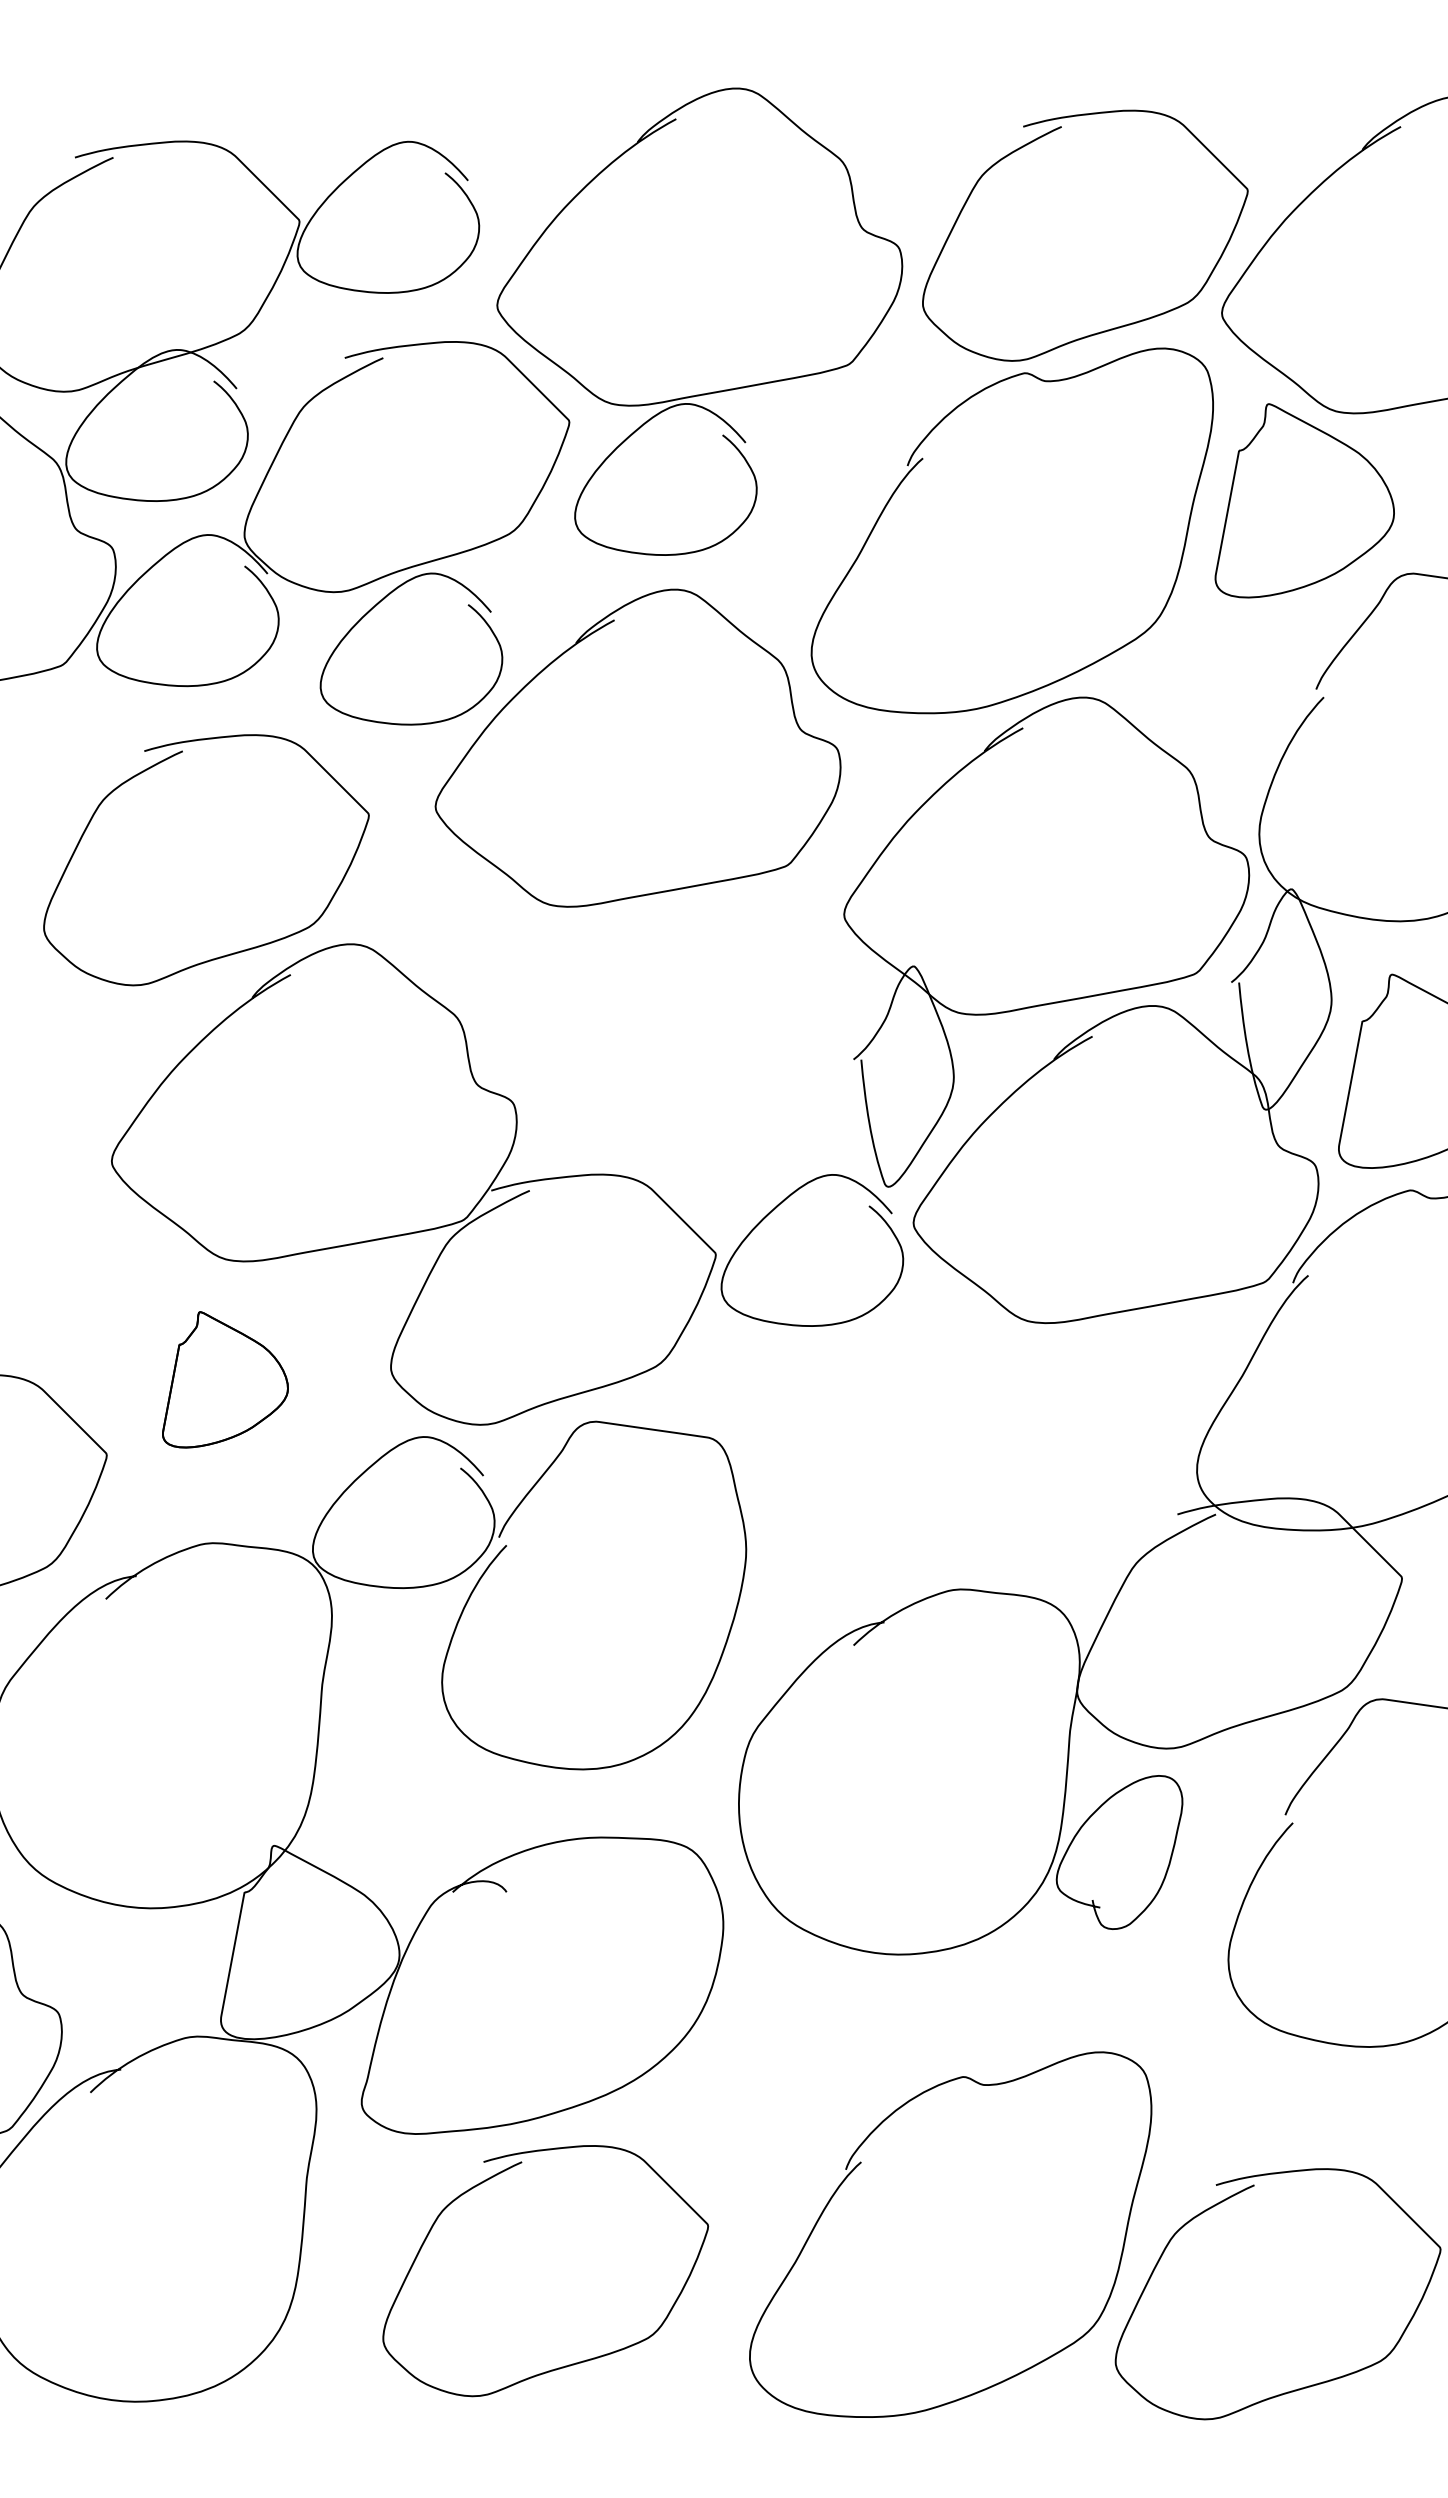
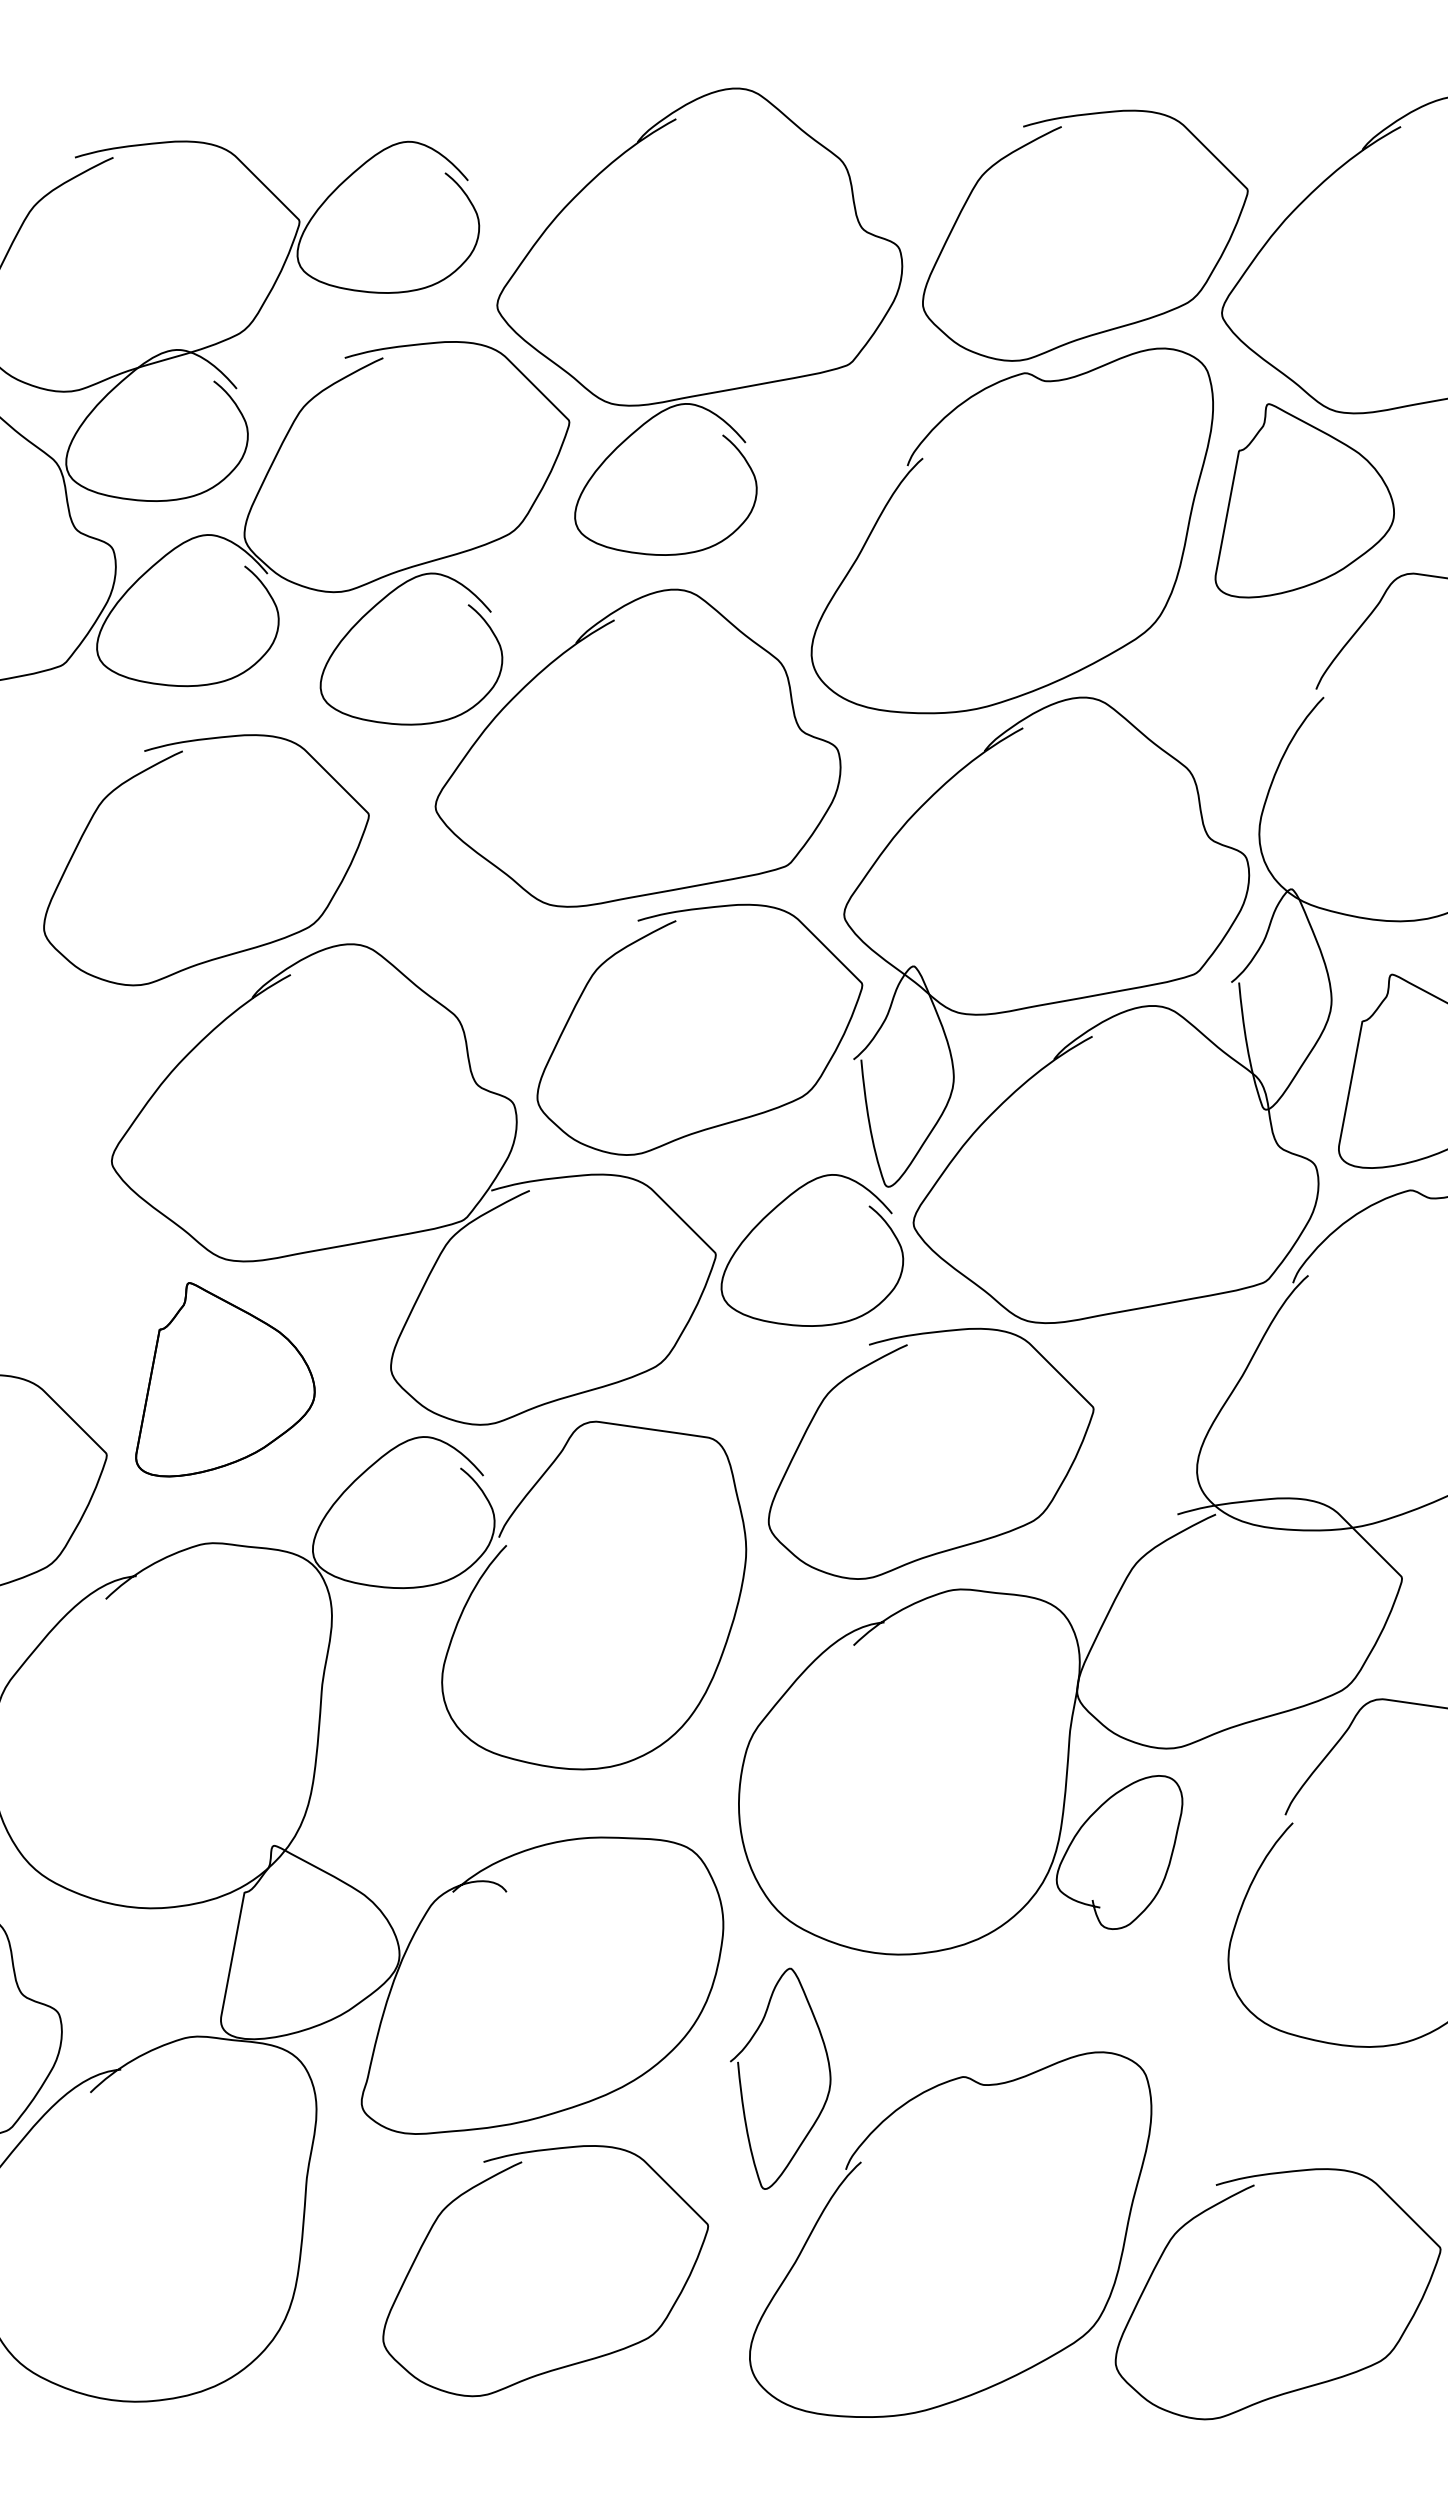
curve at (725, 1122): none -> present
part at (225, 1379) size: 127x138 px -> 181x196 px
curve at (960, 1545): none -> present
curve at (741, 2083): none -> present
